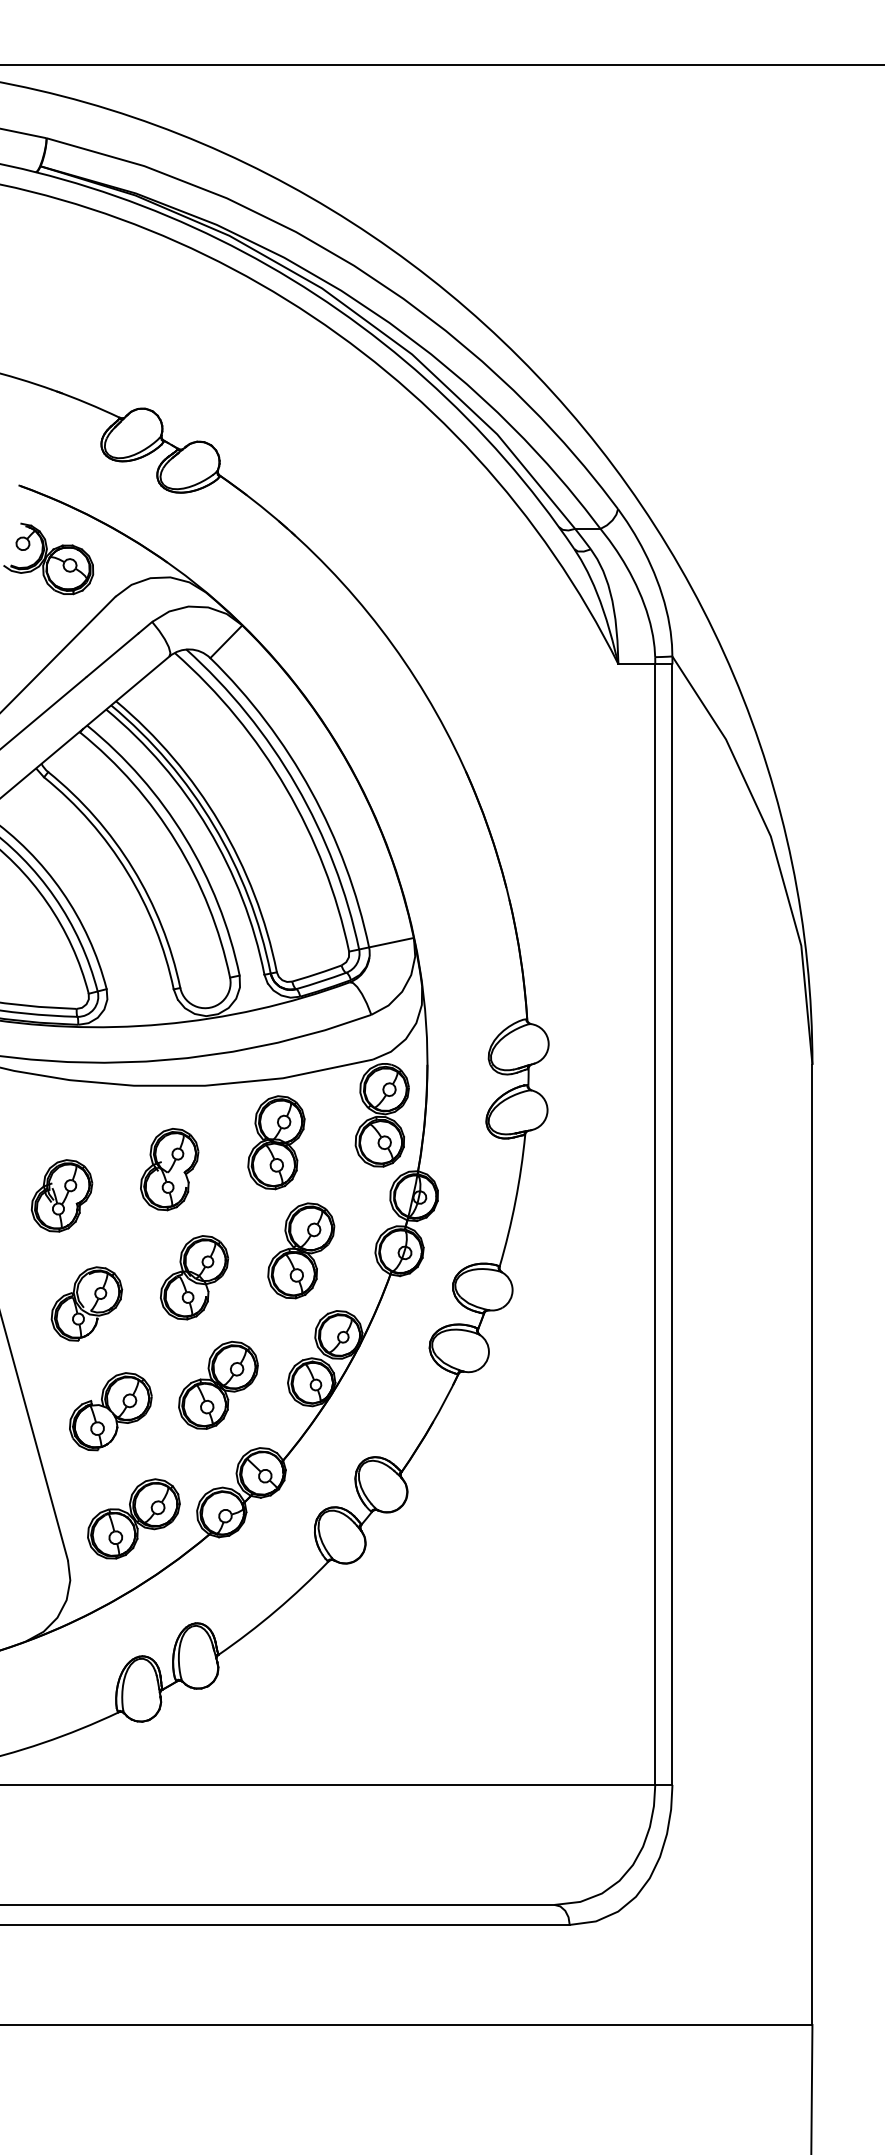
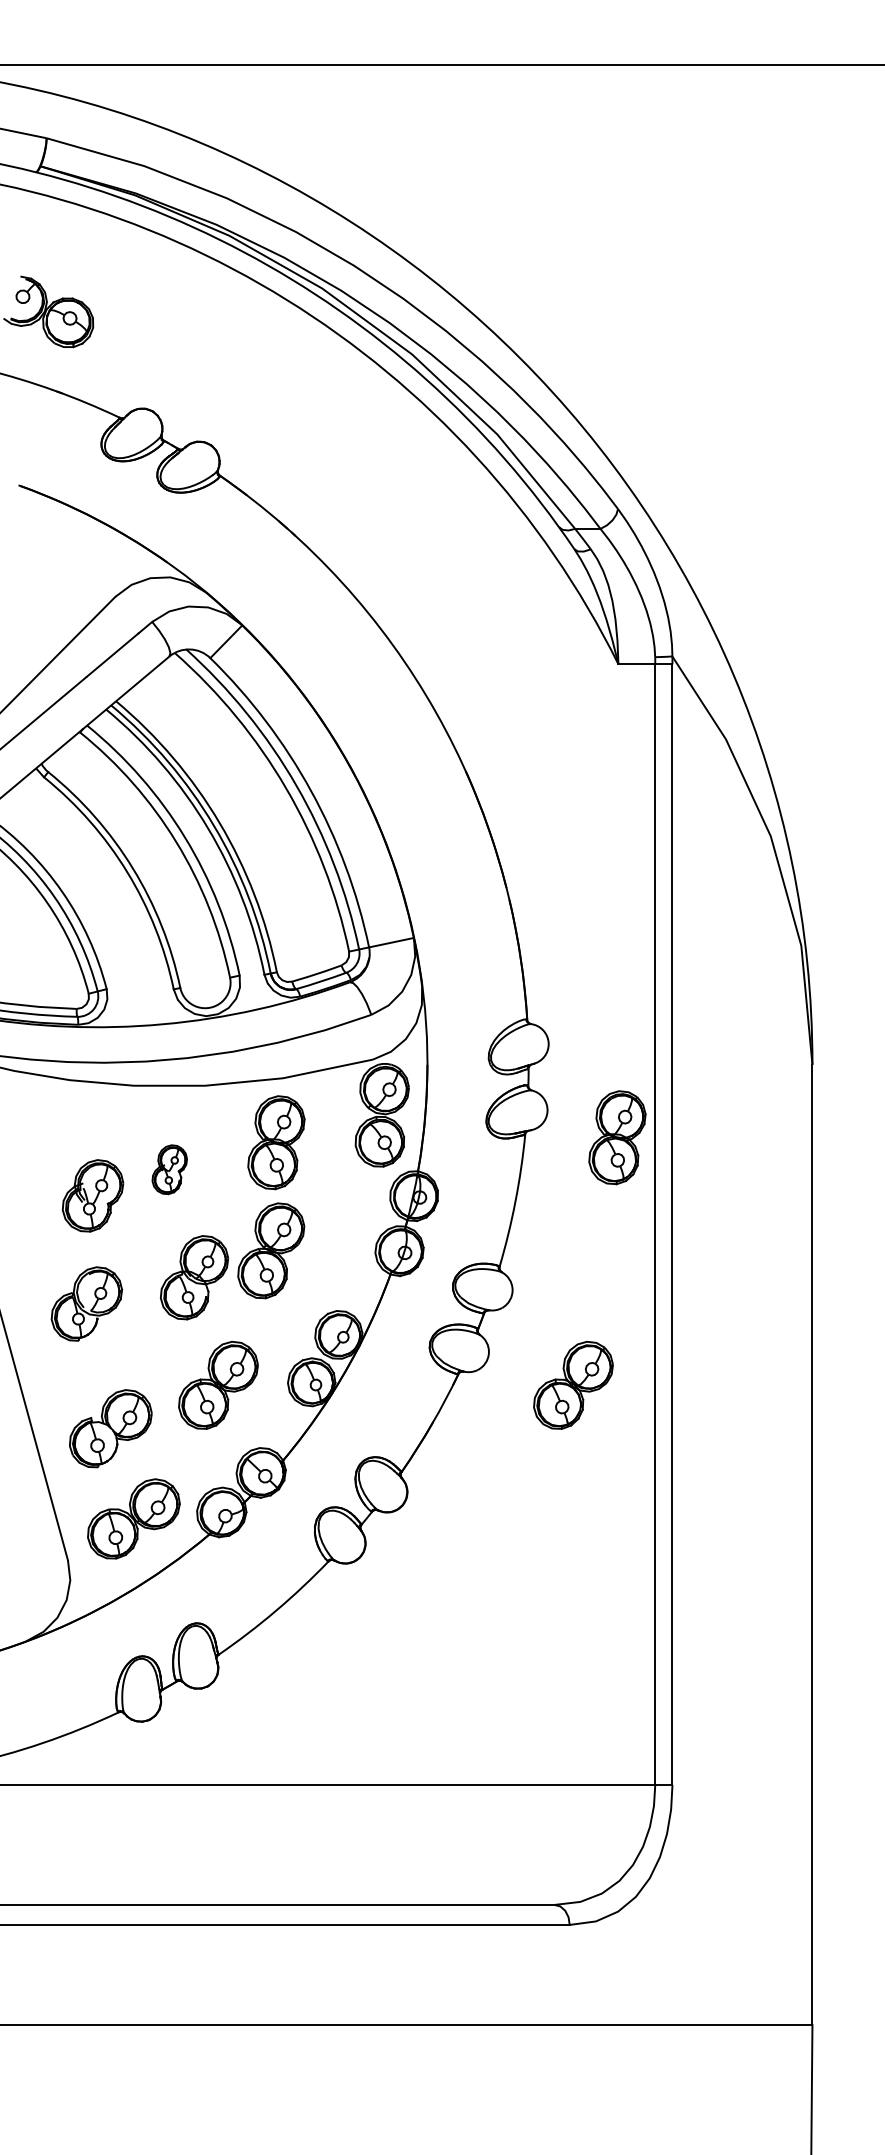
part at (48, 558) position: (48, 558) -> (48, 311)
part at (617, 1137): none -> present
part at (169, 1169) size: 60x84 px -> 37x52 px
part at (61, 1195) position: (61, 1195) -> (92, 1195)
part at (301, 1250) position: (301, 1250) -> (271, 1250)
part at (573, 1384): none -> present
part at (110, 1411) position: (110, 1411) -> (110, 1428)
